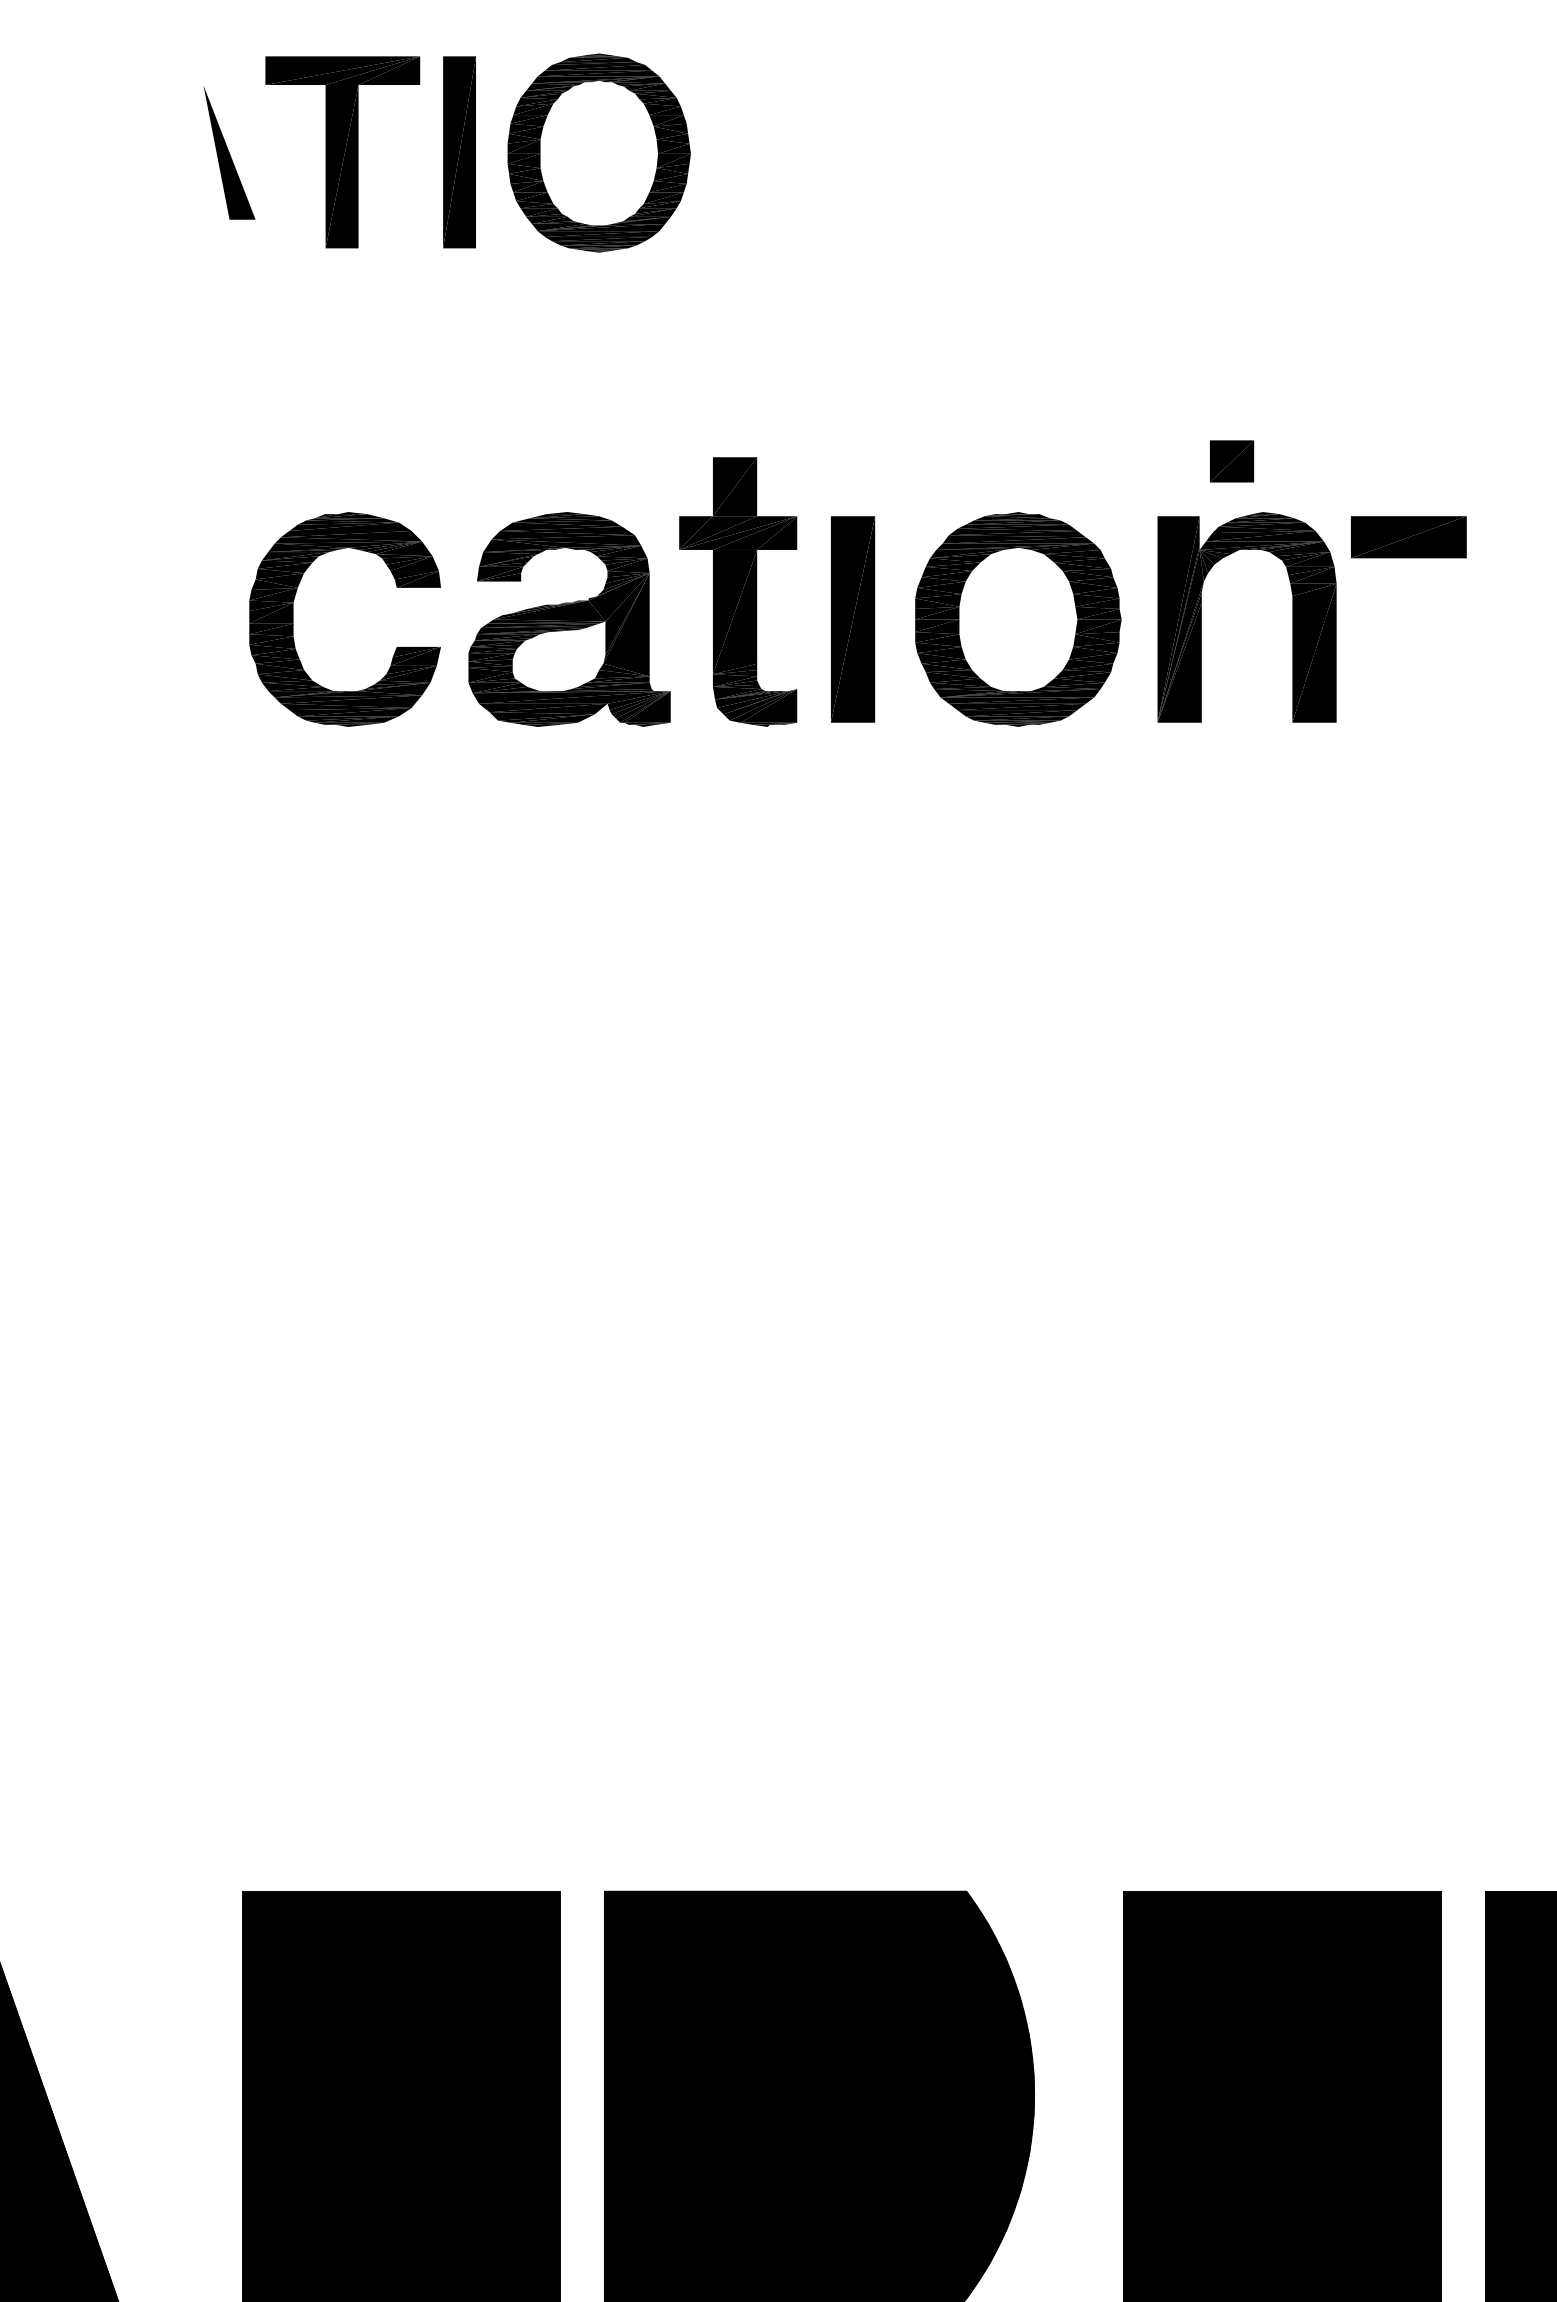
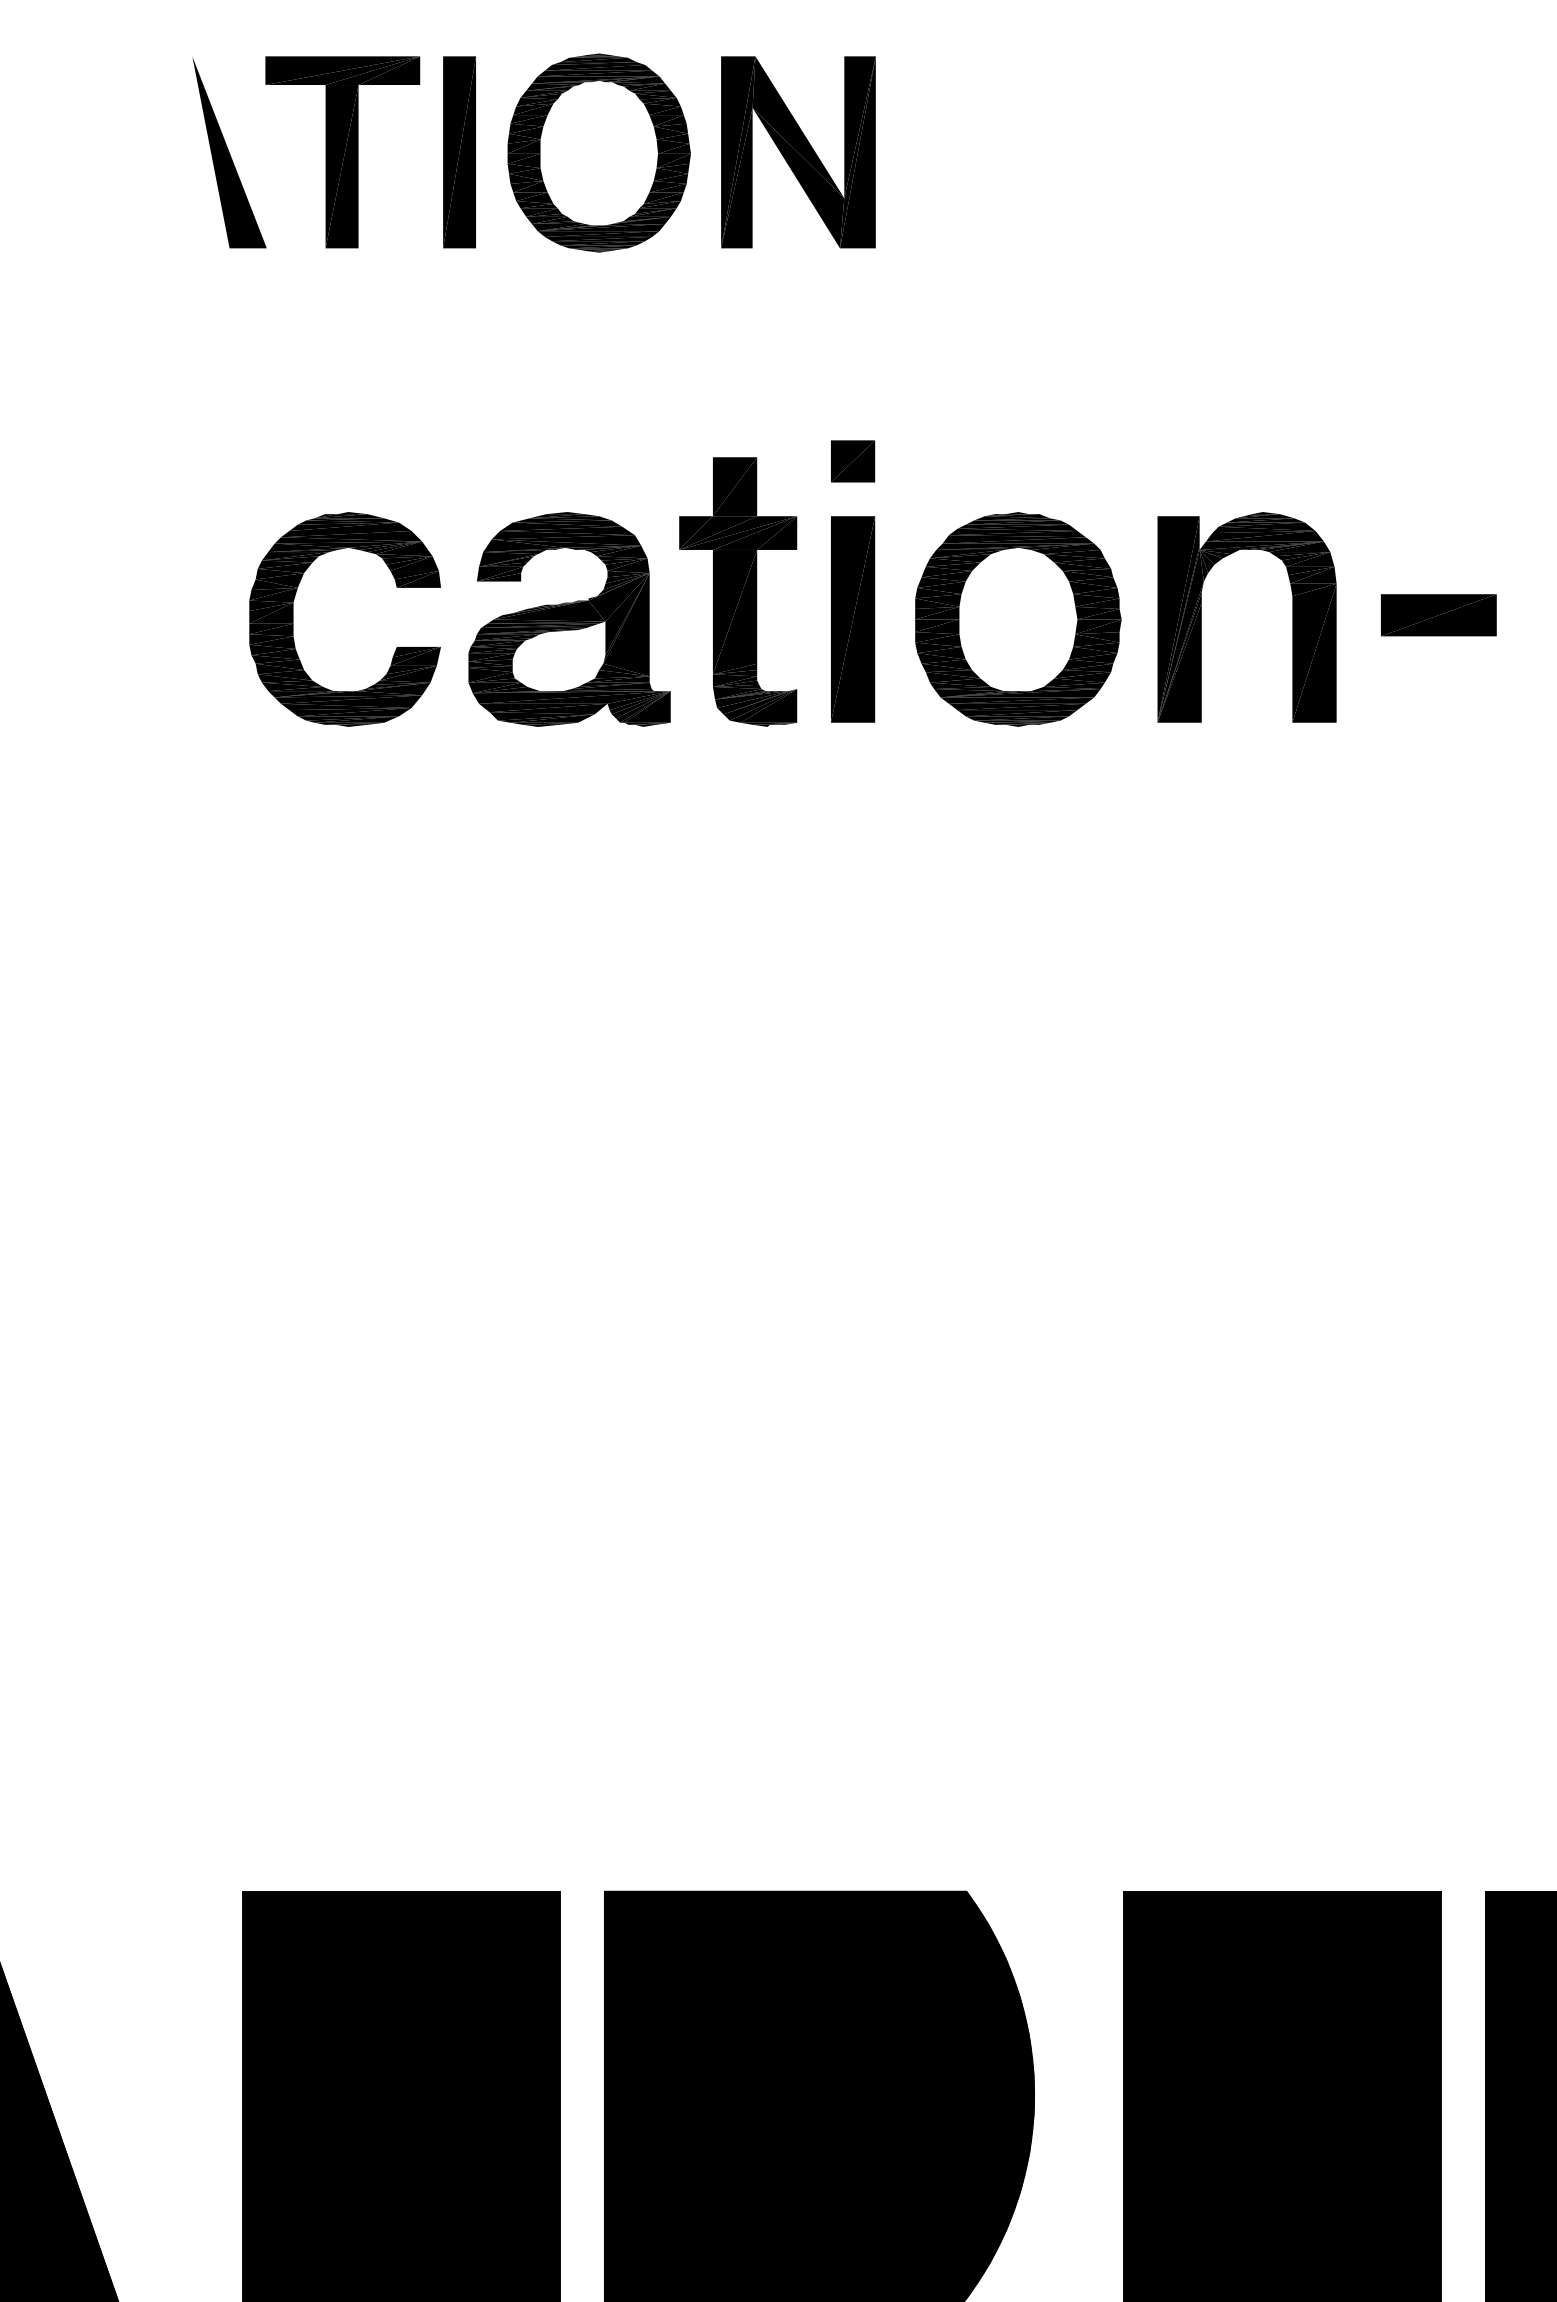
part at (229, 152) size: 53x134 px -> 75x192 px
part at (798, 152): none -> present
part at (1232, 461) position: (1232, 461) -> (853, 461)
part at (1408, 537) position: (1408, 537) -> (1438, 615)
